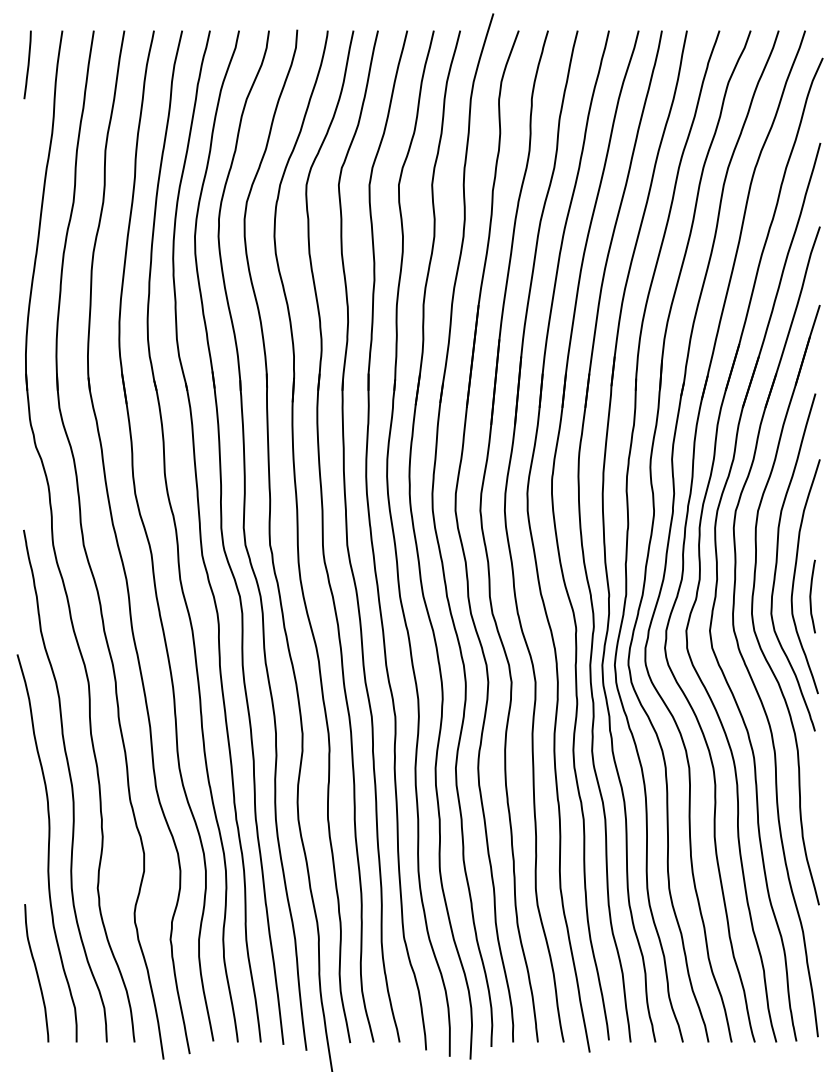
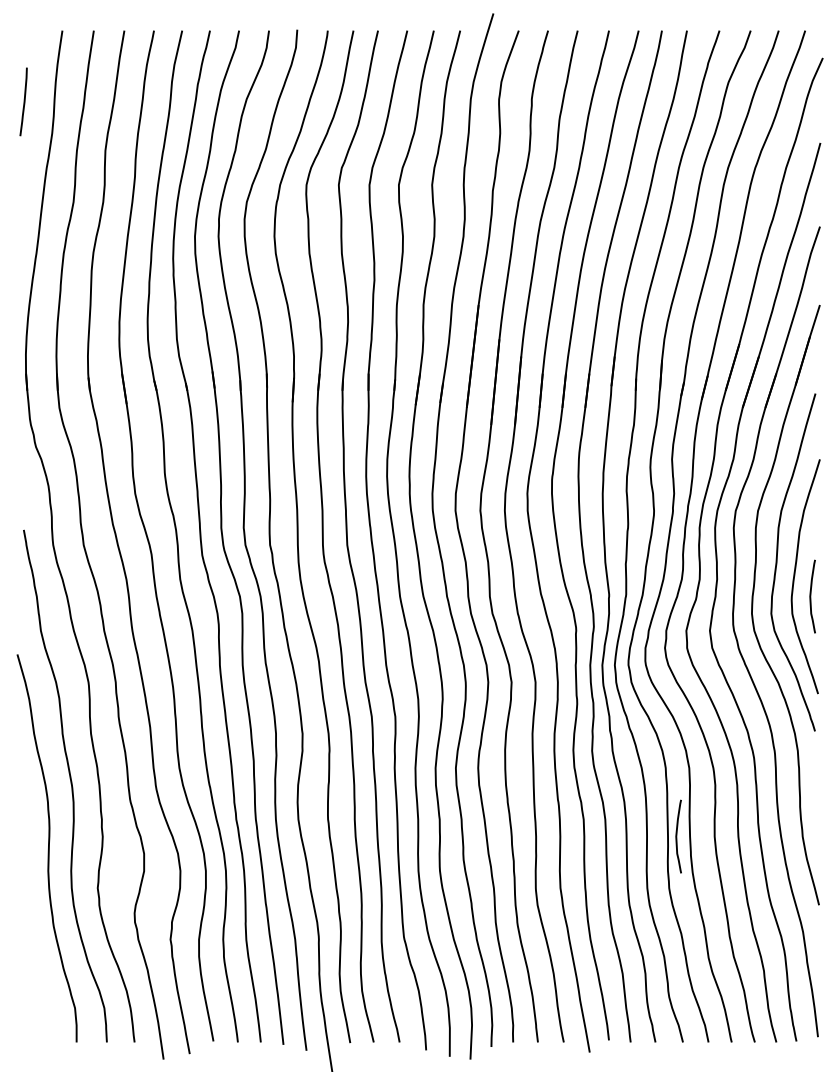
line at (27, 64) position: (27, 64) -> (23, 101)
curve at (677, 836): none -> present
curve at (36, 973): present -> none
